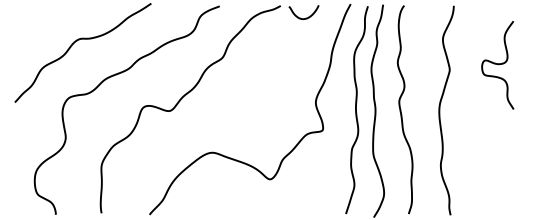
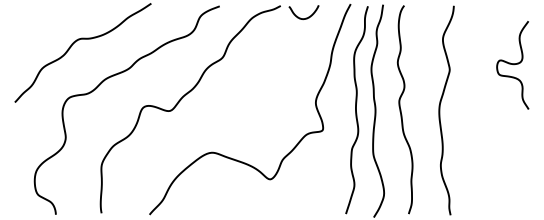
curve at (497, 64) position: (497, 64) -> (512, 64)
